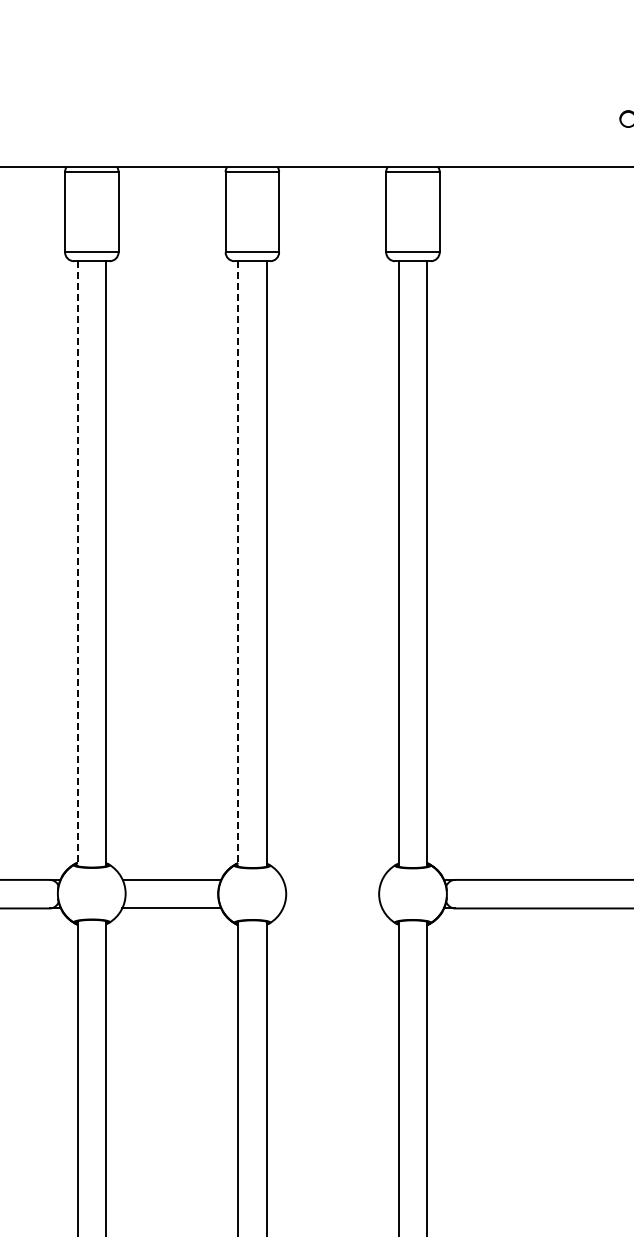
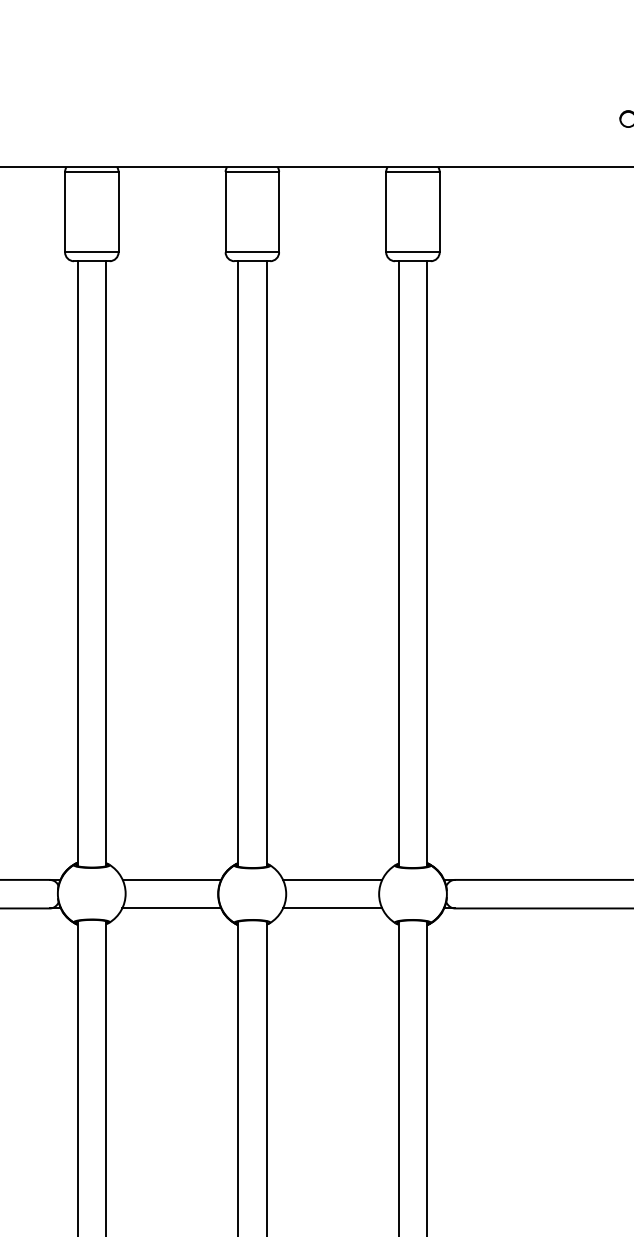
line at (238, 563): dashed -> solid
line at (77, 564): dashed -> solid
line at (332, 879): none -> present
line at (332, 908): none -> present
